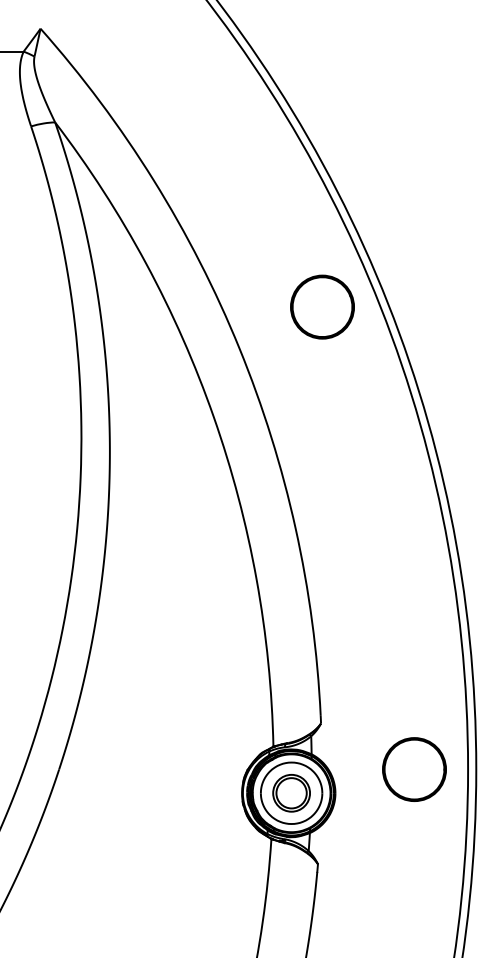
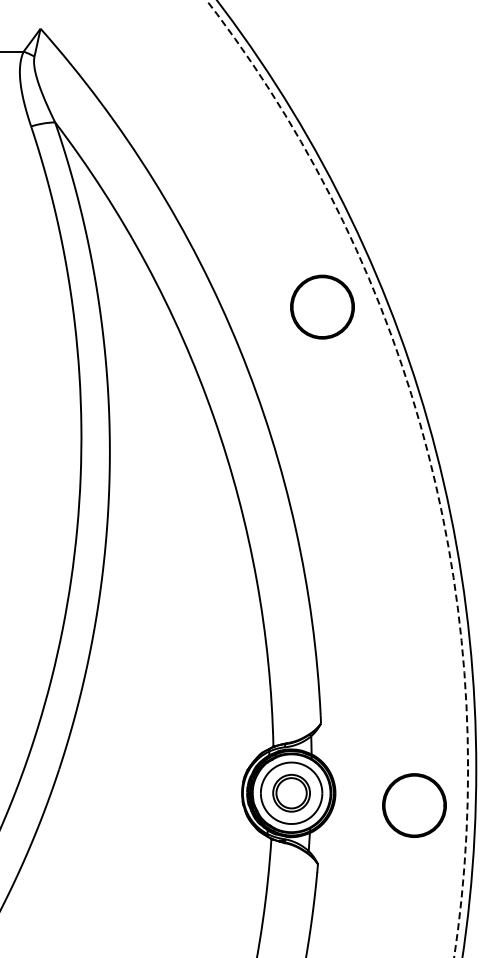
circle at (337, 478): solid -> dashed
circle at (414, 769) position: (414, 769) -> (414, 805)
